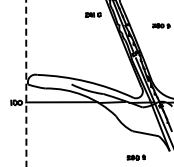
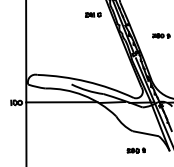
part at (161, 25) position: (161, 25) -> (161, 35)
arc at (26, 83): dashed -> solid
part at (135, 157) position: (135, 157) -> (135, 150)
